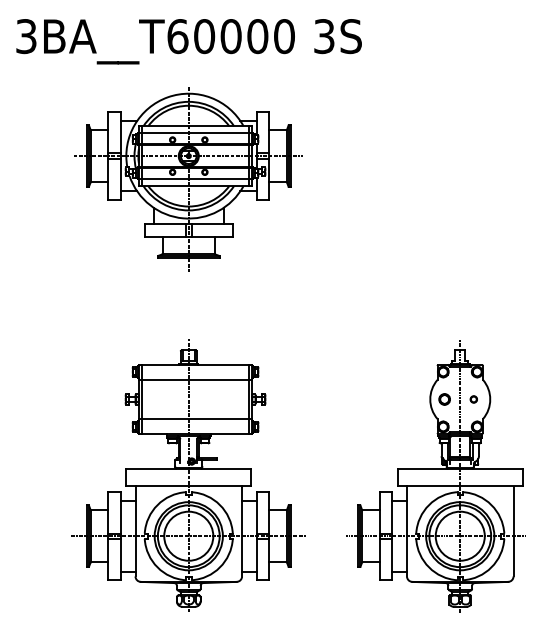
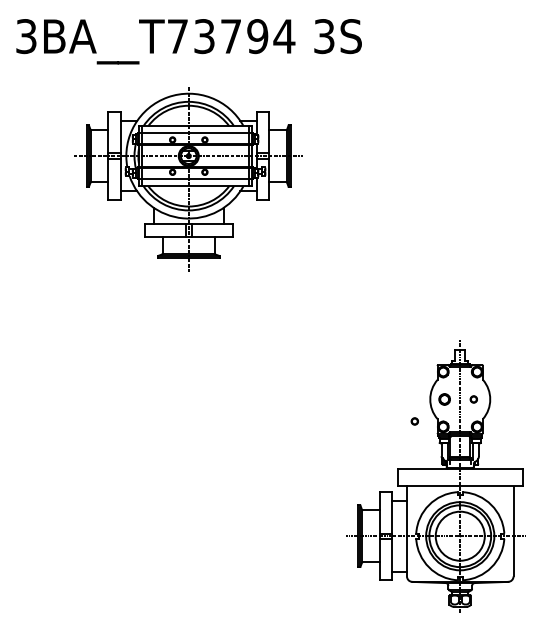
text at (231, 36): 3BA__T60000 -> 3BA__T73794
part at (414, 421): none -> present
part at (188, 475): present -> none
